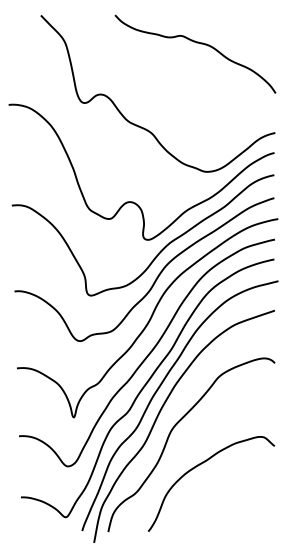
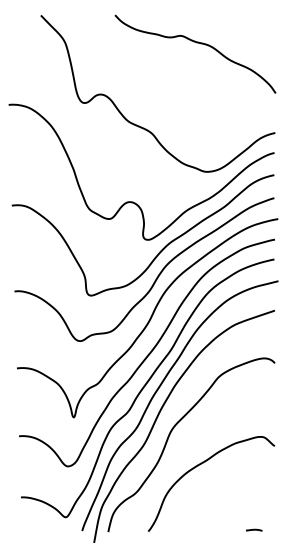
line at (254, 529): none -> present
